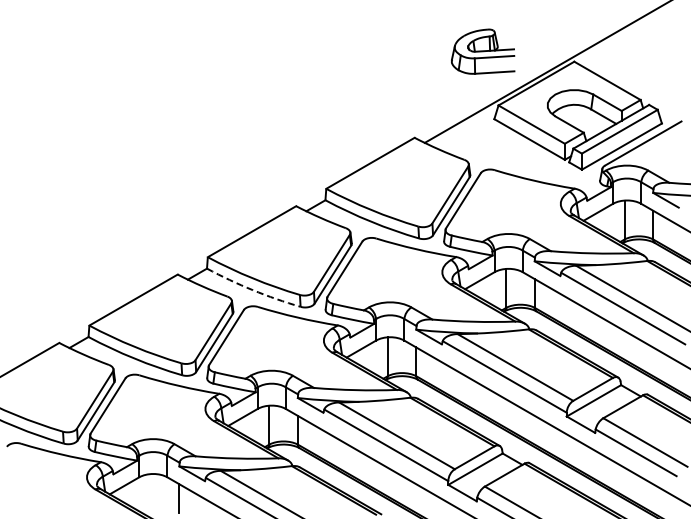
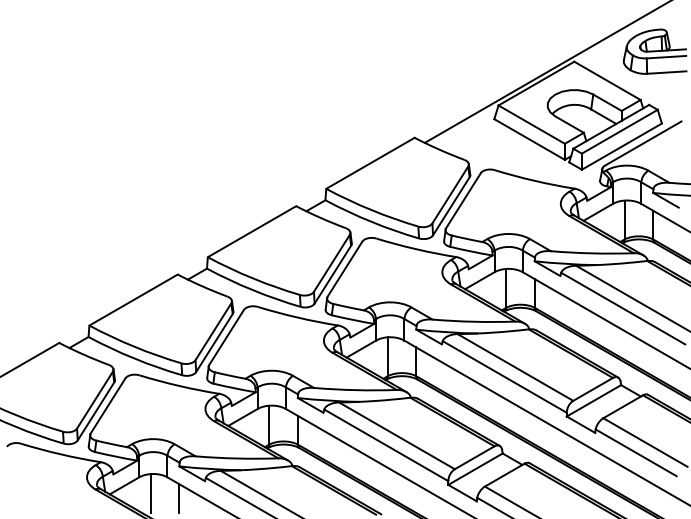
part at (483, 51) position: (483, 51) -> (655, 51)
arc at (252, 290): dashed -> solid
line at (151, 493): none -> present
